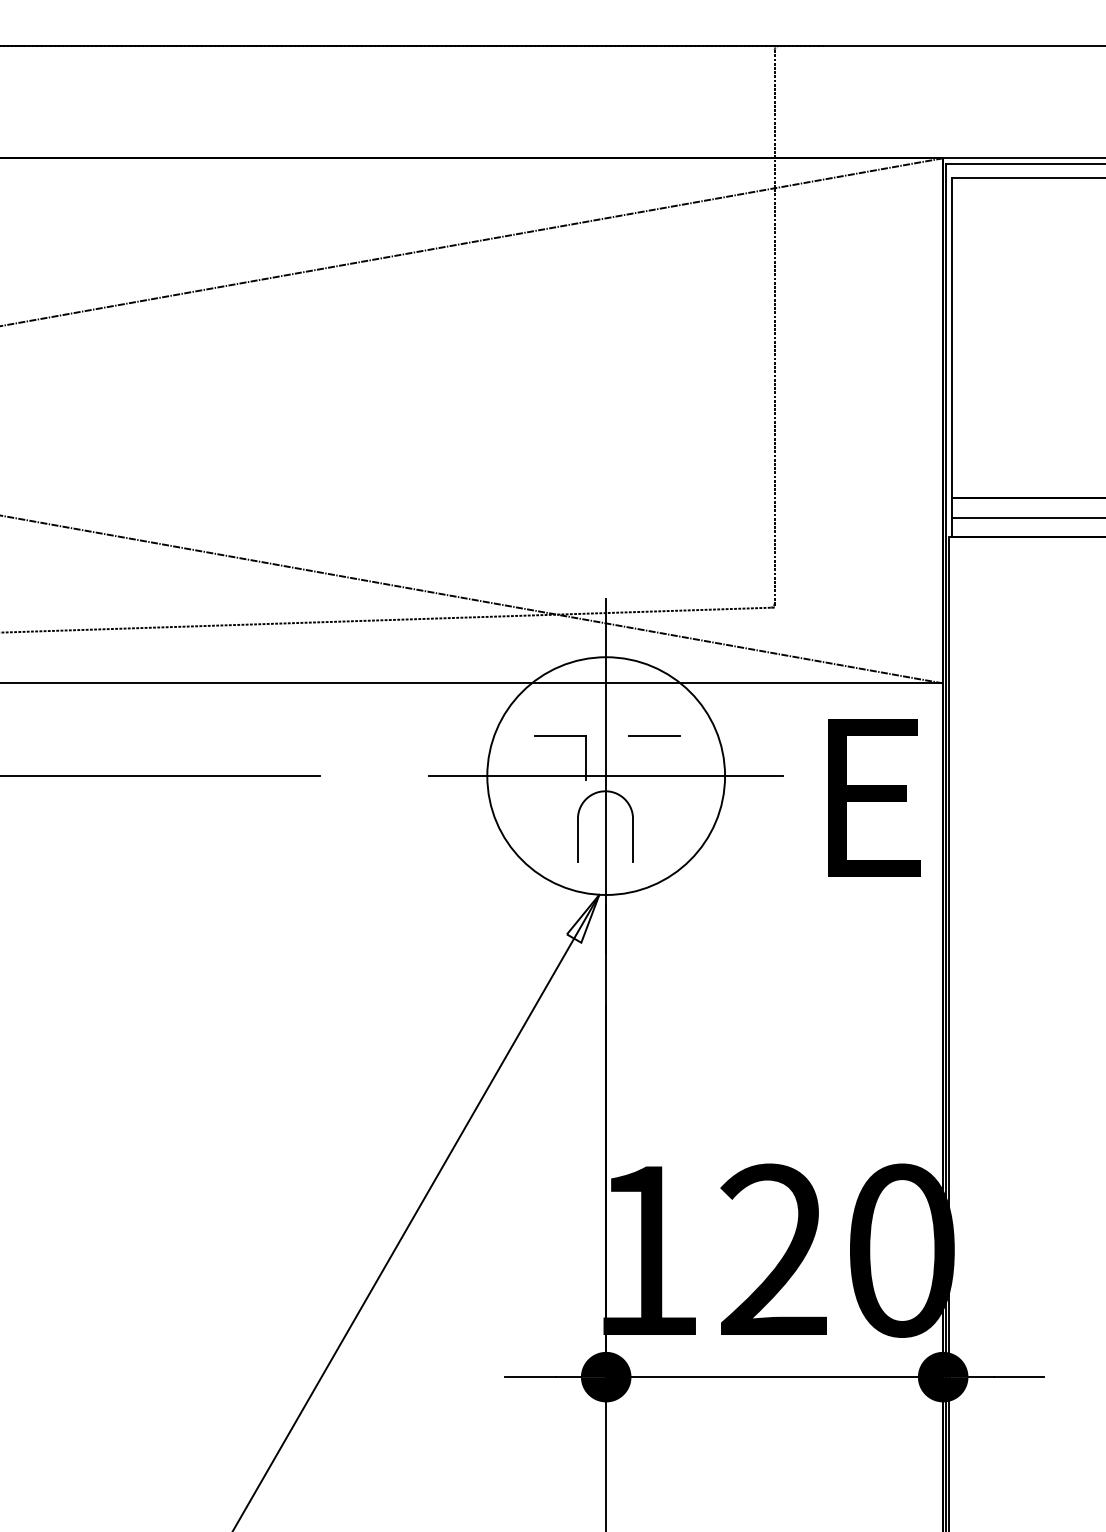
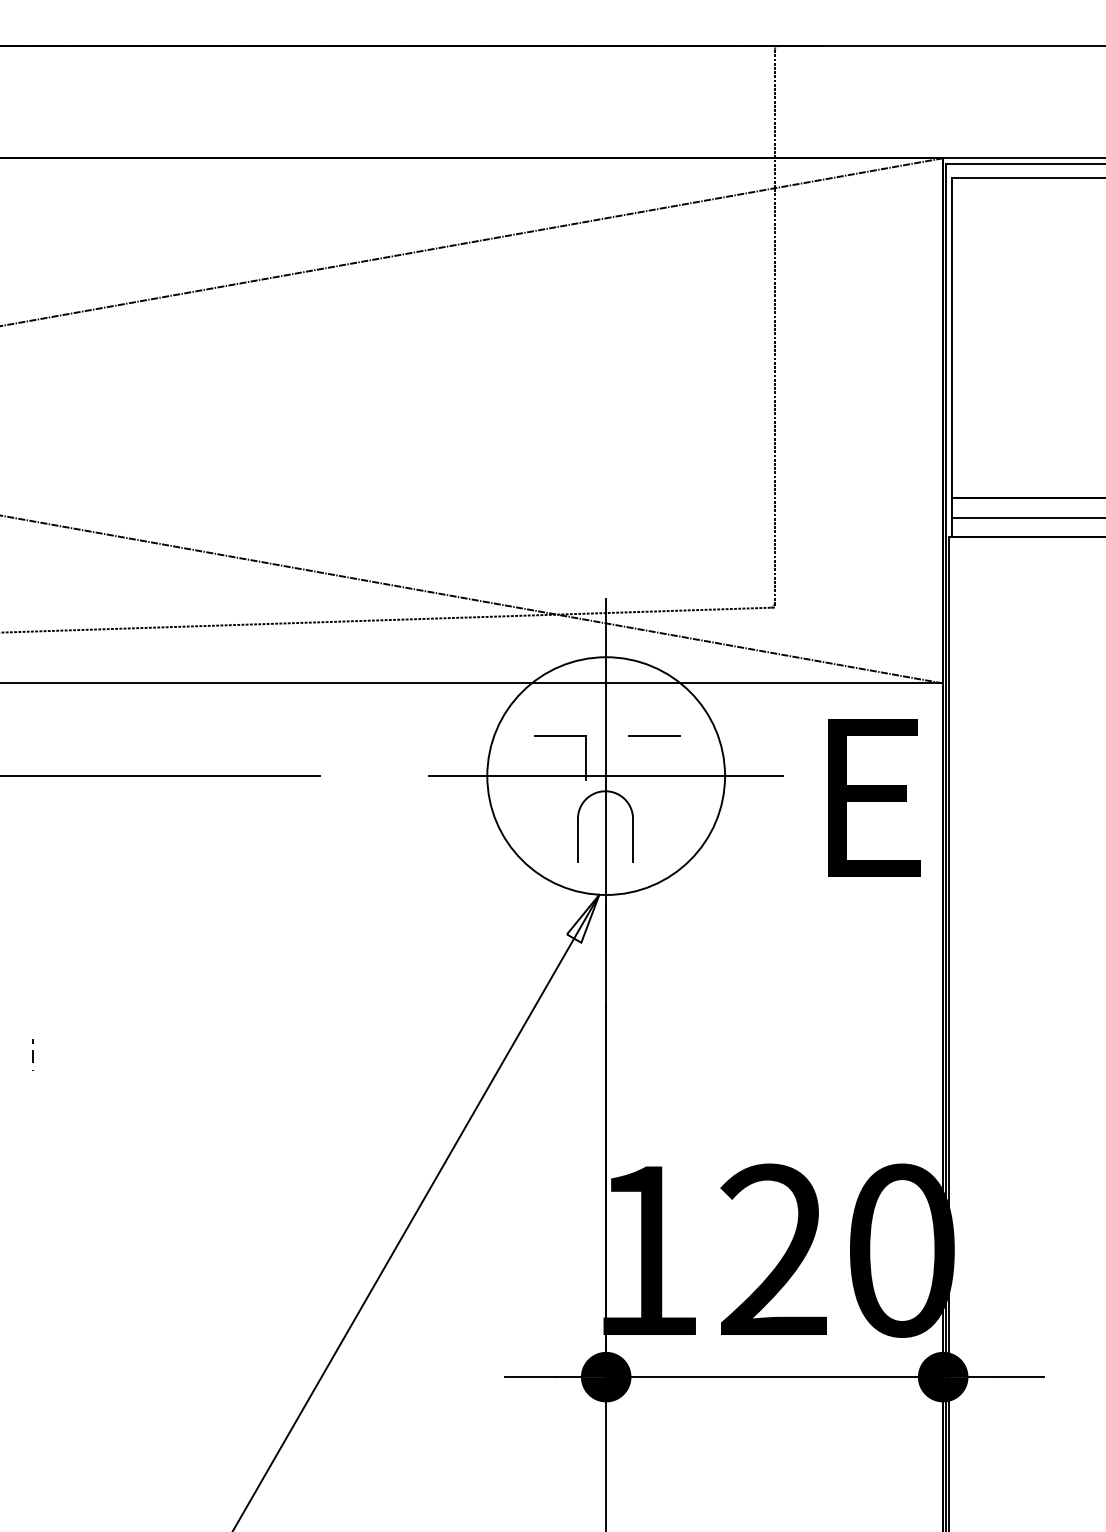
part at (32, 1054): none -> present
